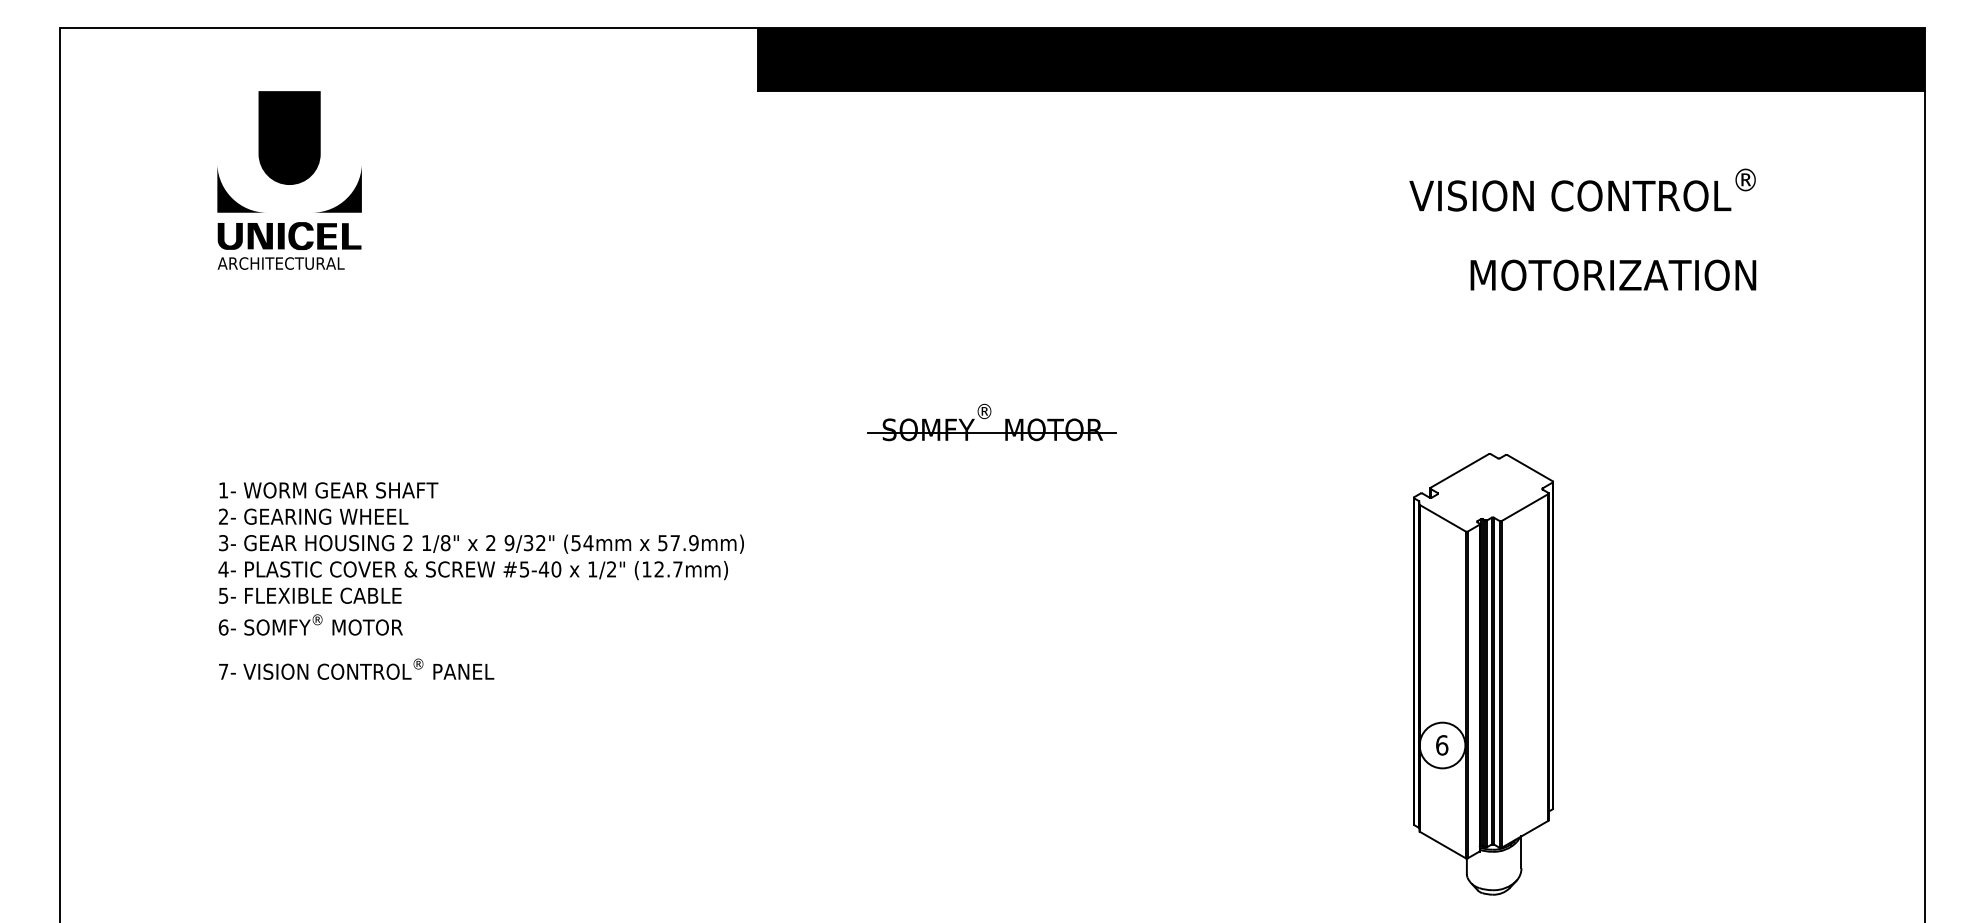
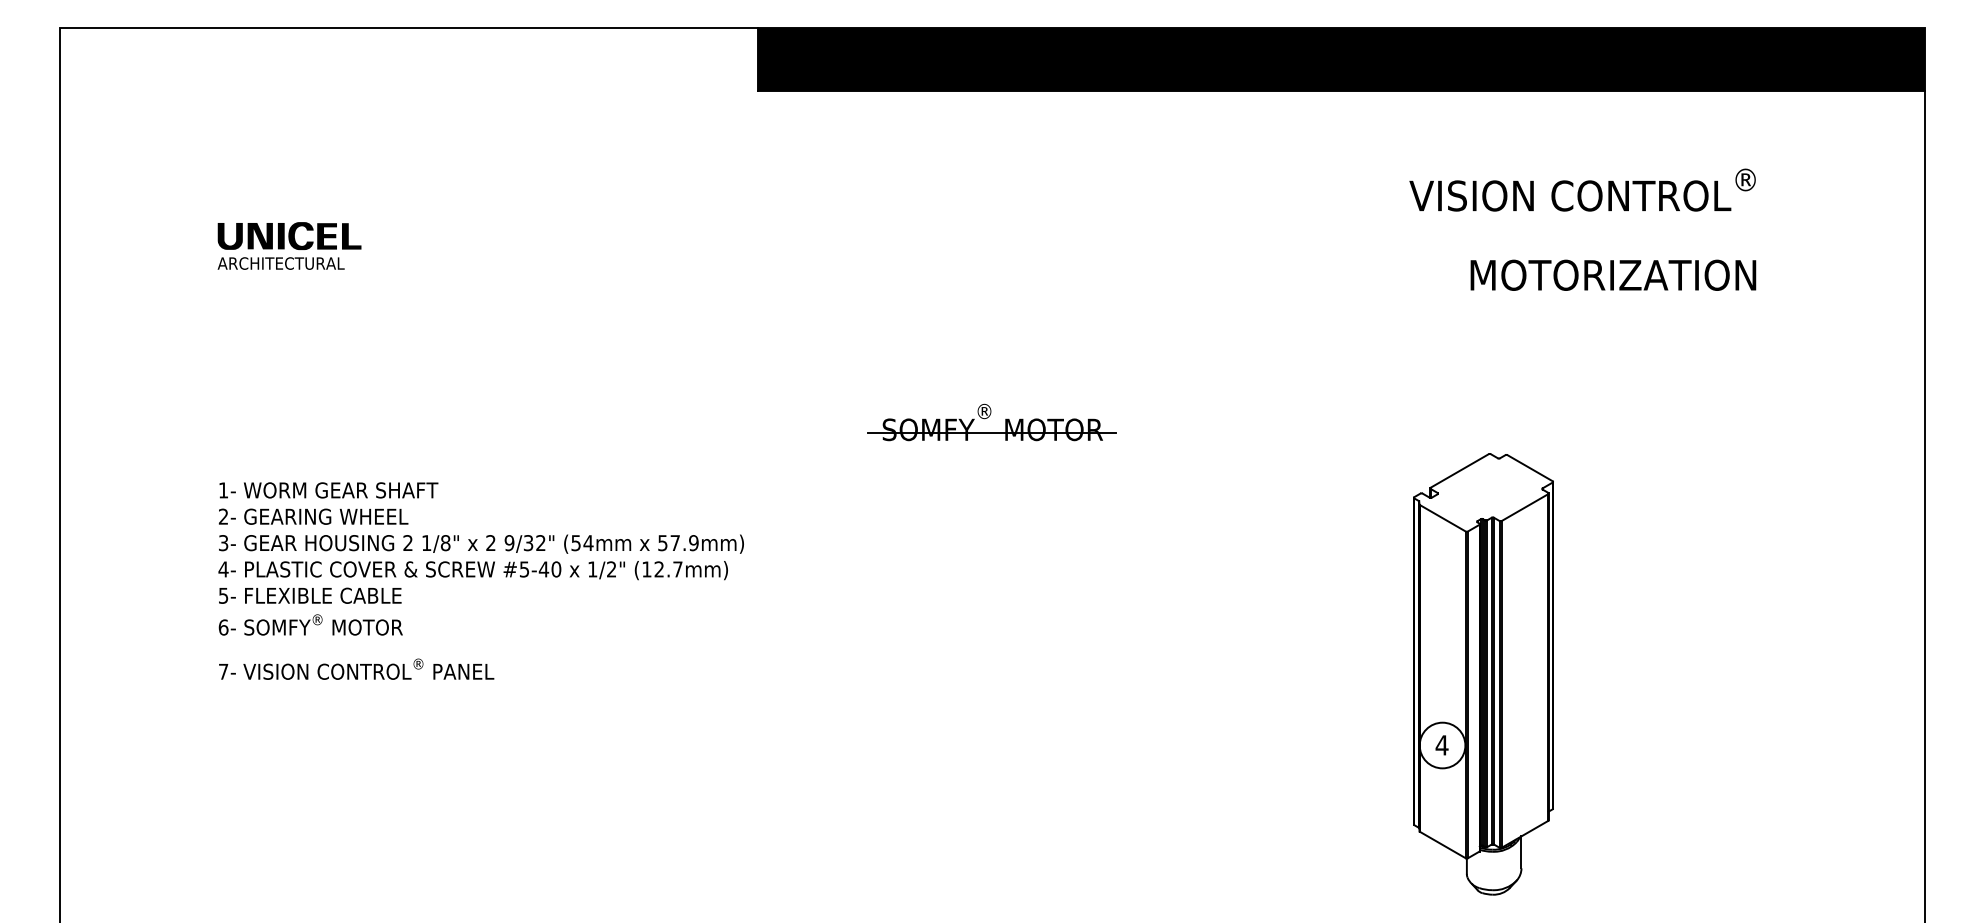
part at (289, 151): present -> none
text at (1441, 745): 6 -> 4
